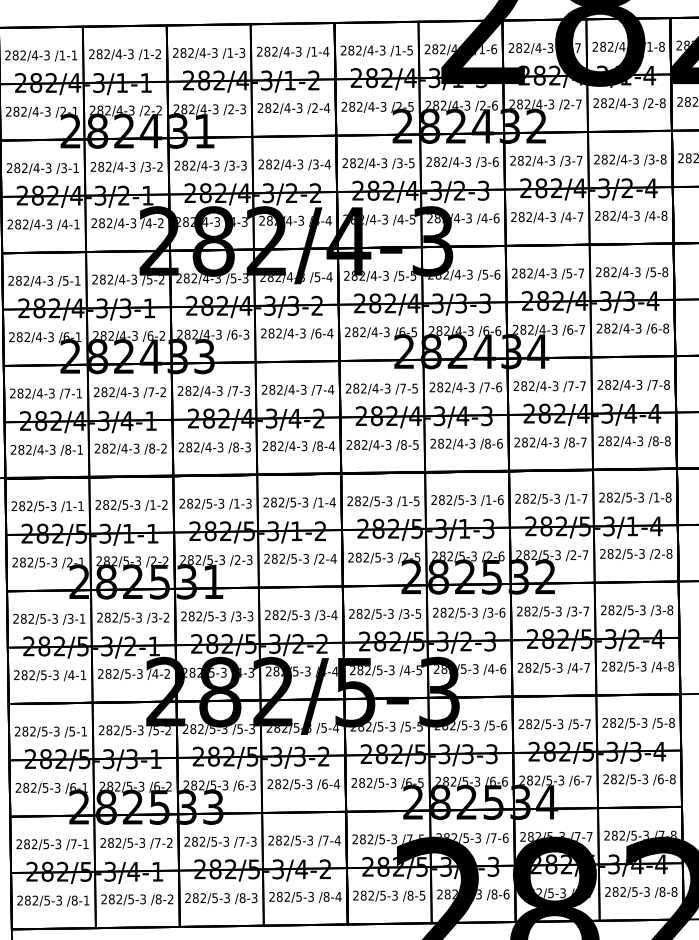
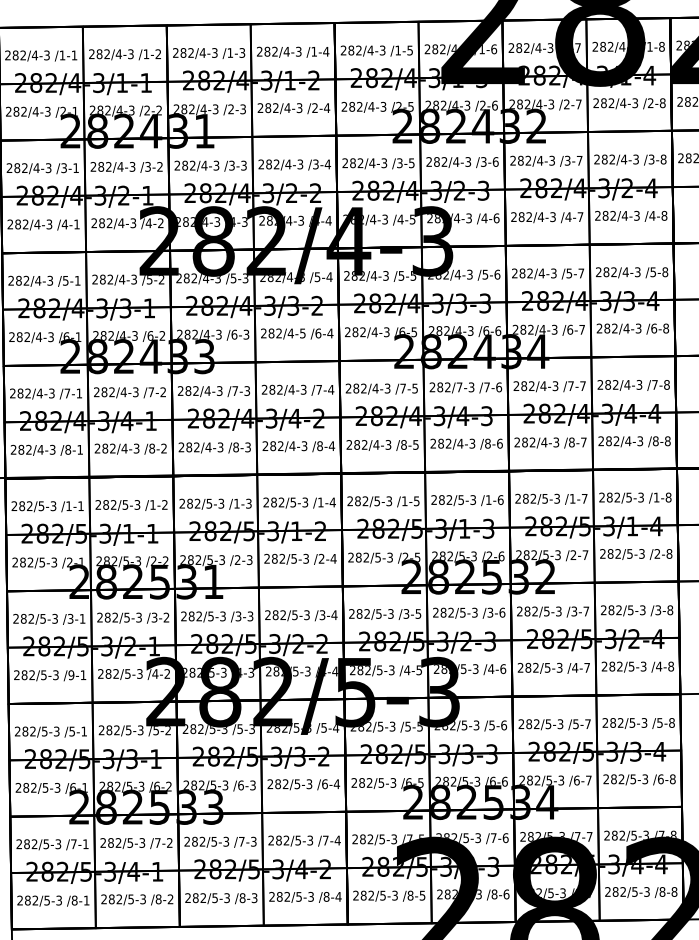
text at (302, 332): 282/4-3 -> 282/4-5
text at (459, 387): 282/4-3 -> 282/7-3
text at (71, 675): /4-1 -> /9-1
